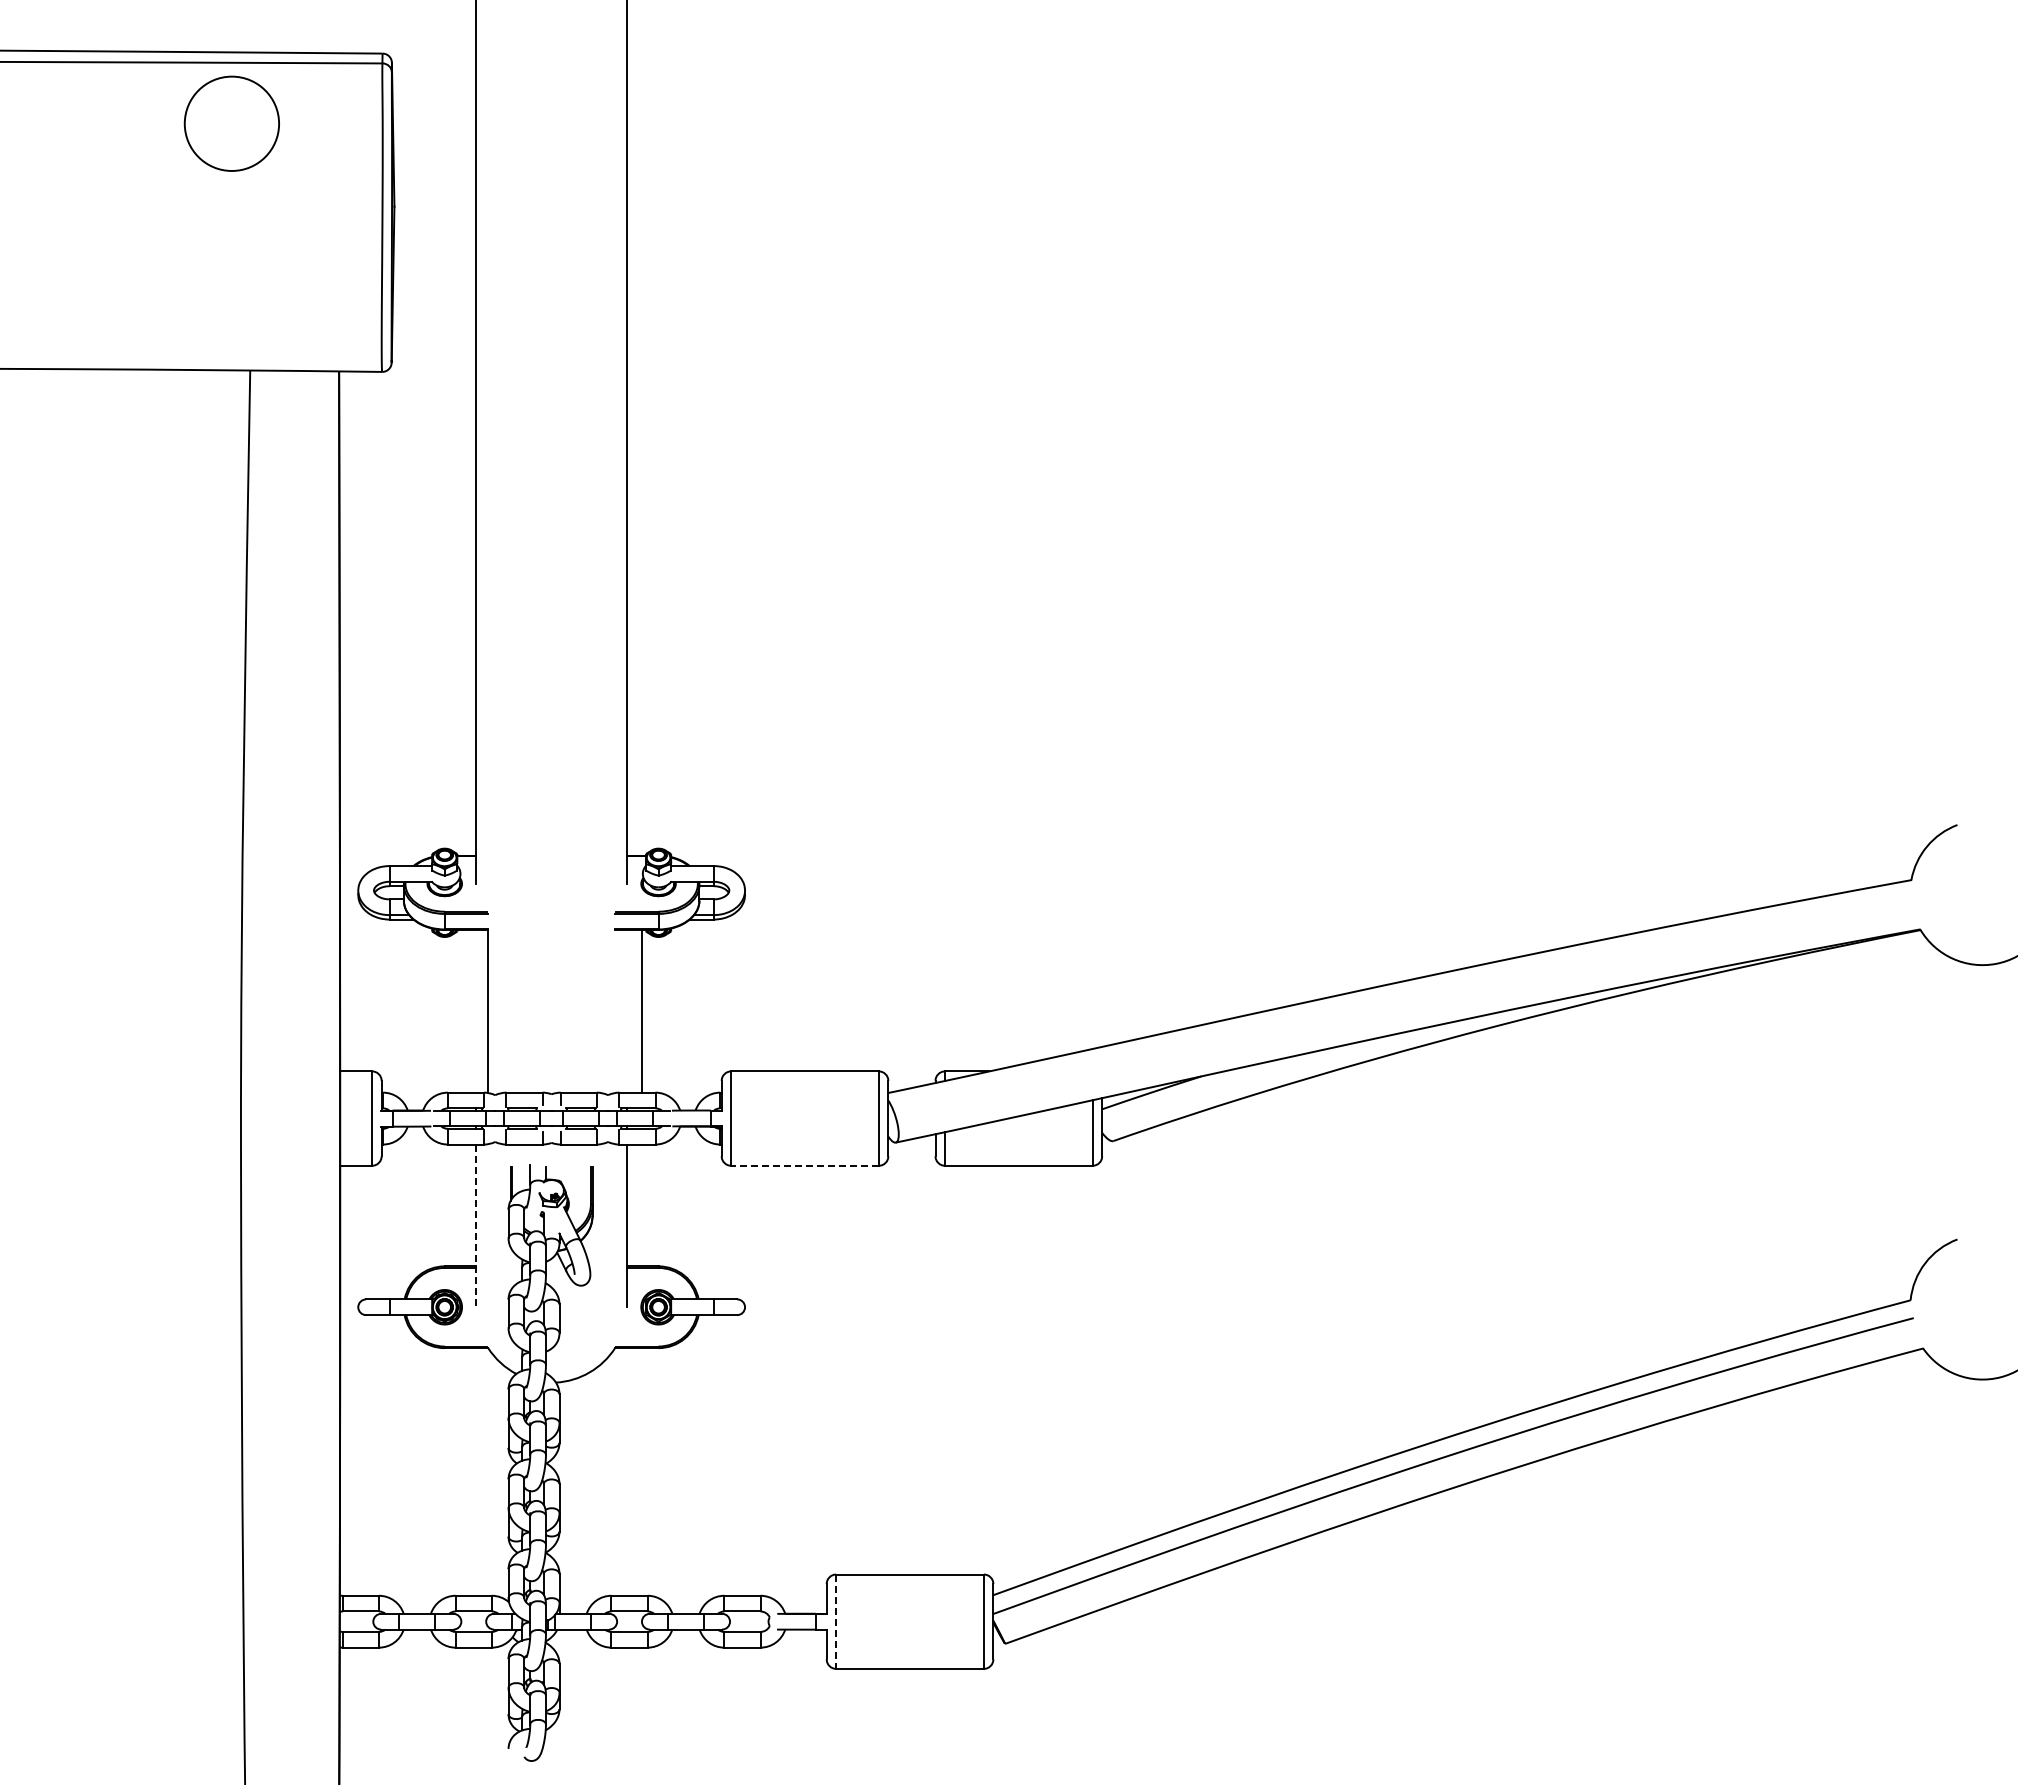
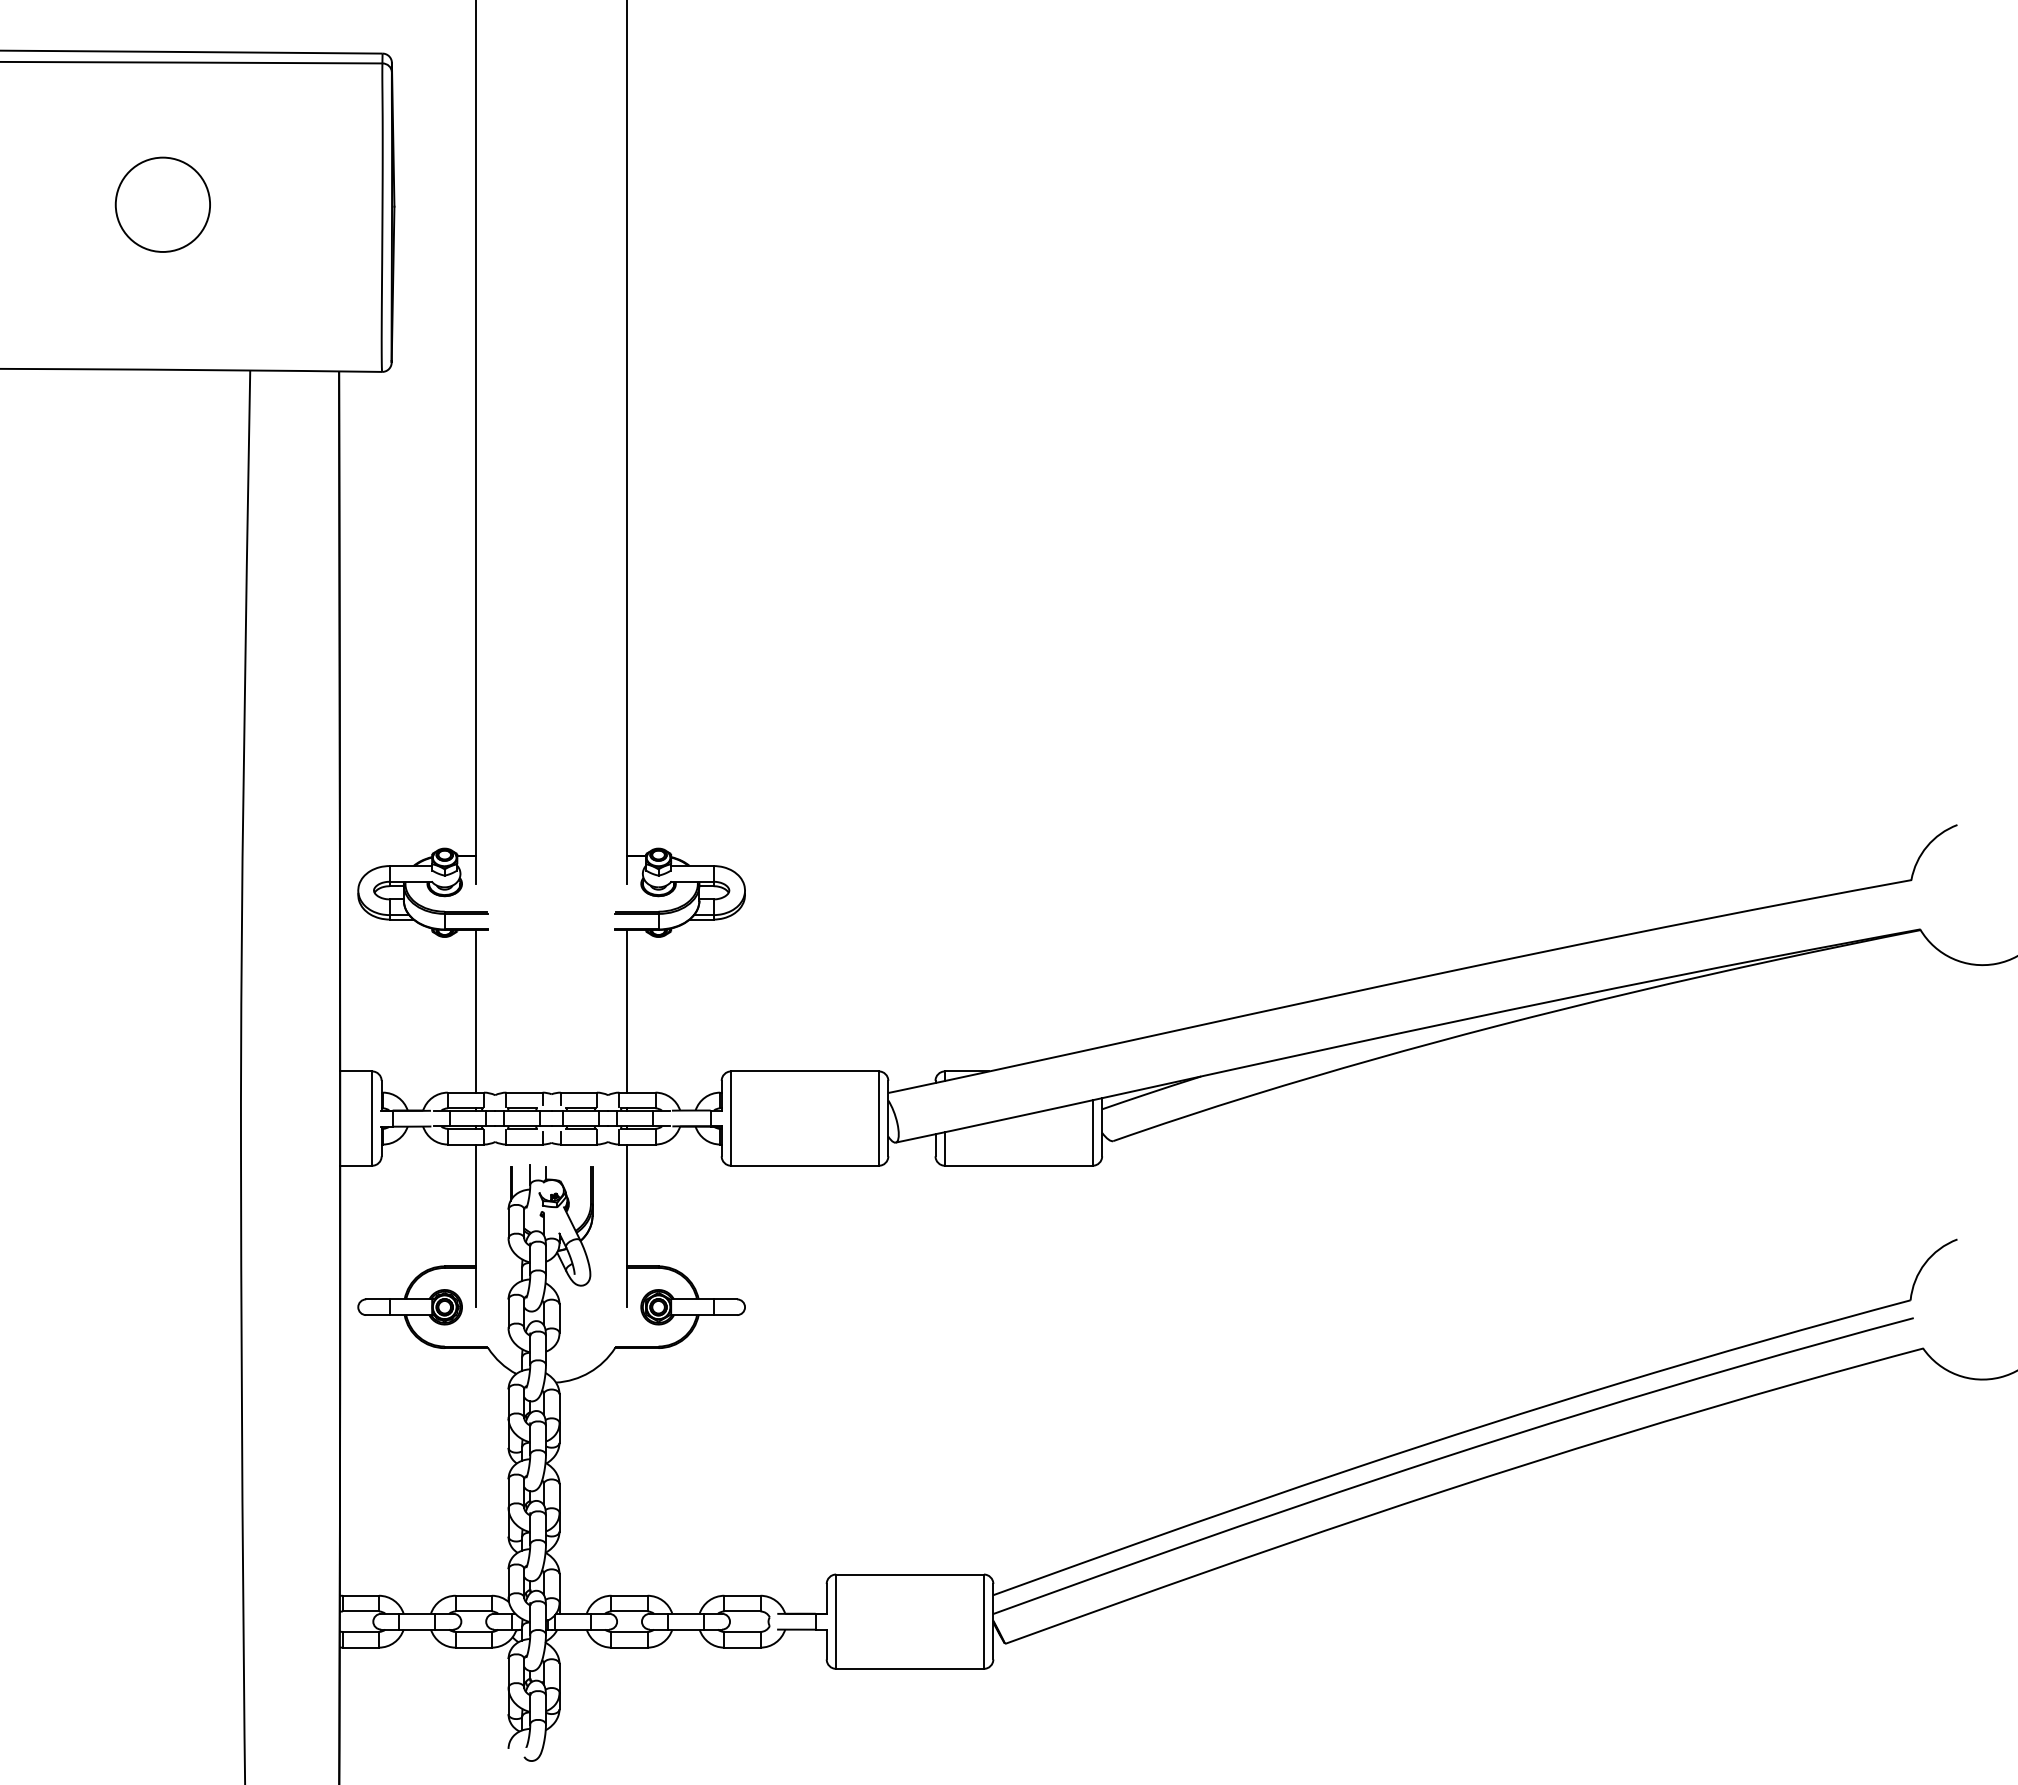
part at (231, 123) position: (231, 123) -> (162, 204)
line at (488, 1010) position: (488, 1010) -> (476, 1010)
line at (642, 1010) position: (642, 1010) -> (627, 1010)
line at (805, 1165): dashed -> solid
line at (476, 1226): dashed -> solid
line at (836, 1622): dashed -> solid
